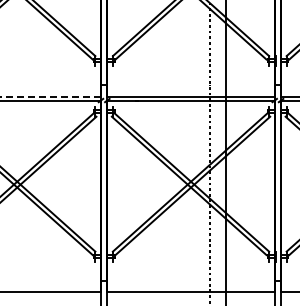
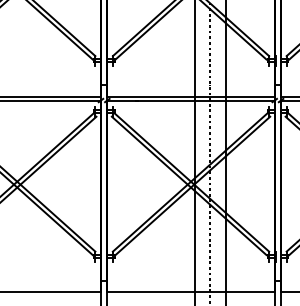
line at (50, 96): dashed -> solid
line at (194, 152): none -> present
